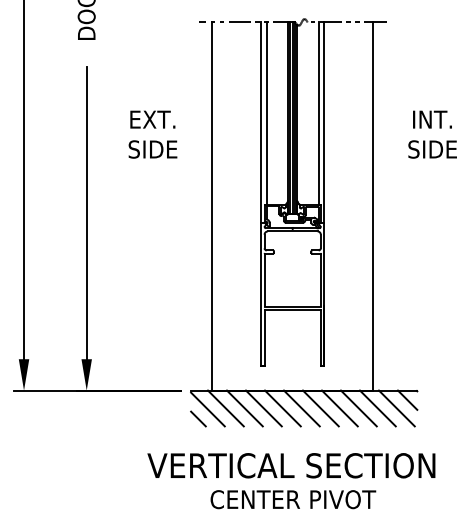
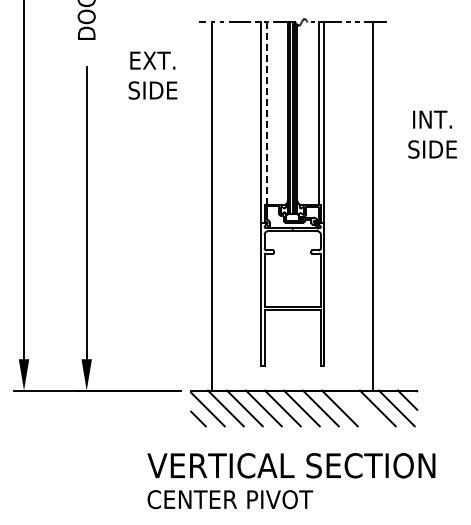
line at (266, 113): solid -> dashed
text at (152, 134) position: (152, 134) -> (152, 75)
line at (358, 408): present -> none
text at (293, 499) position: (293, 499) -> (230, 499)
